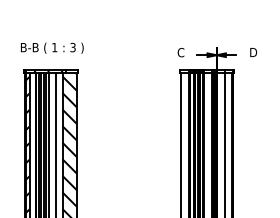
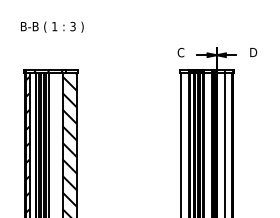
text at (52, 47) position: (52, 47) -> (52, 26)
line at (55, 143): present -> none
